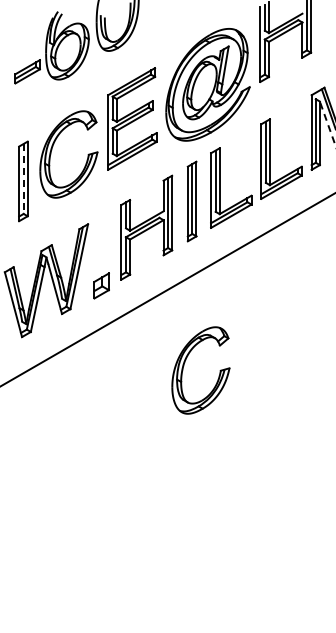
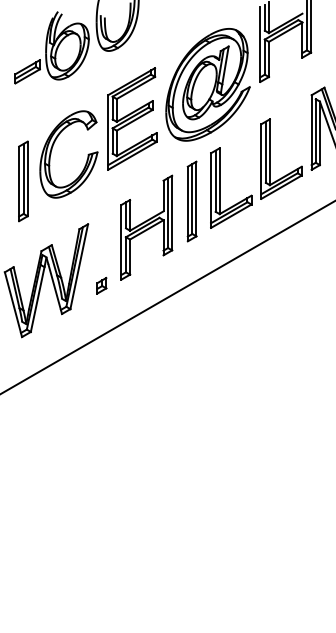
line at (327, 124): dashed -> solid
line at (23, 178): dashed -> solid
part at (101, 285) size: 17x28 px -> 12x19 px
line at (167, 289) position: (167, 289) -> (167, 297)
part at (184, 366): present -> none
